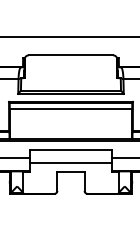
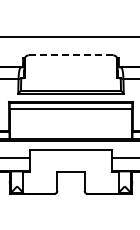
line at (71, 55): solid -> dashed
line at (70, 162): present -> none
